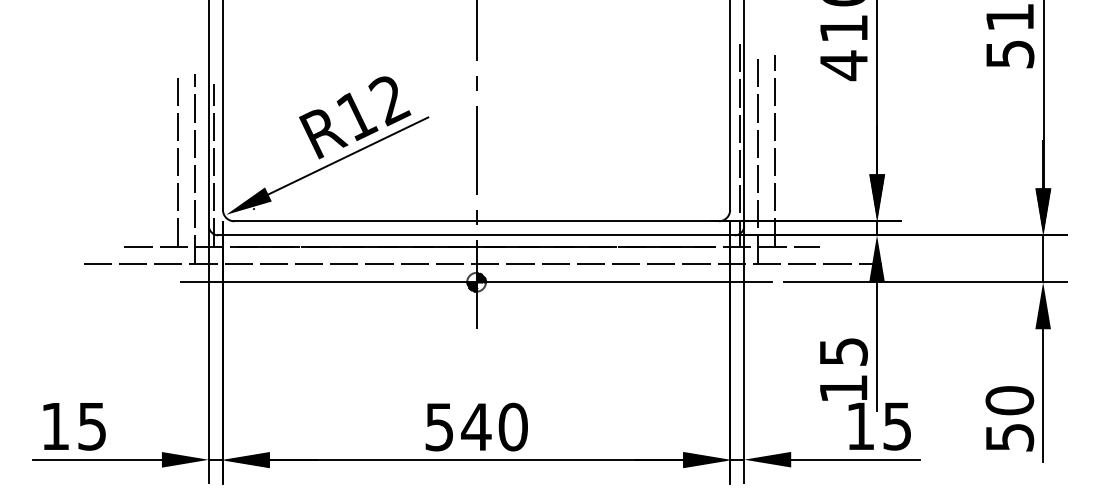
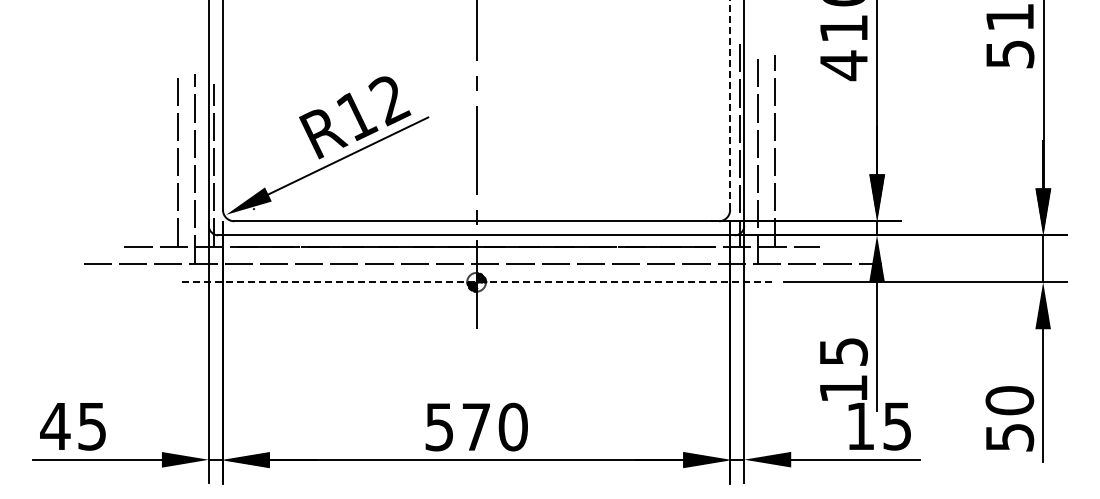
line at (730, 105): solid -> dashed
line at (476, 282): solid -> dashed
text at (55, 426): 15 -> 45
text at (476, 426): 540 -> 570
